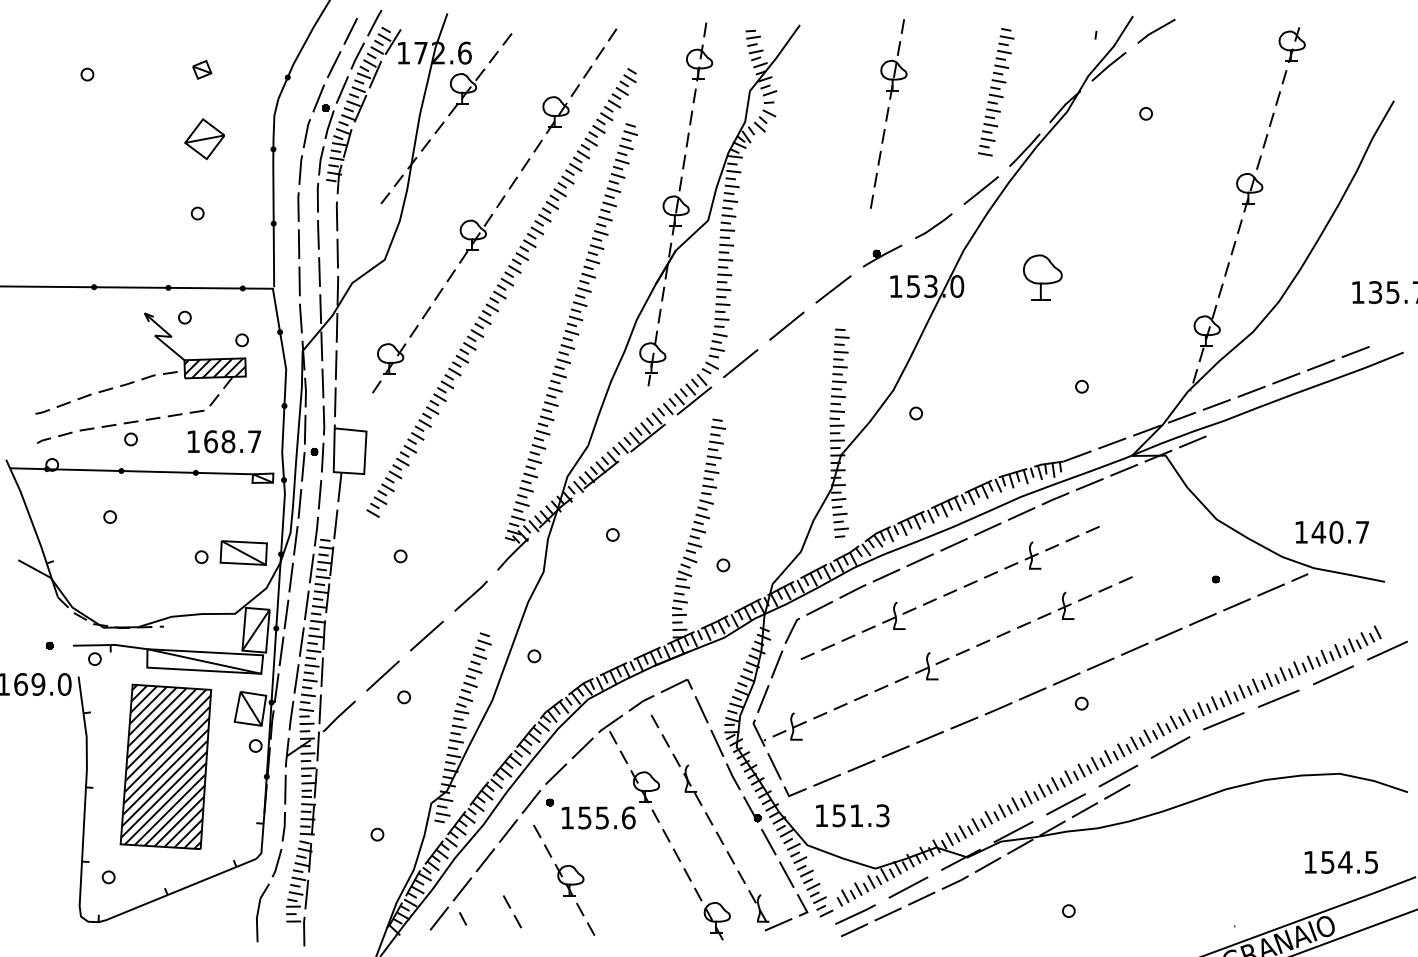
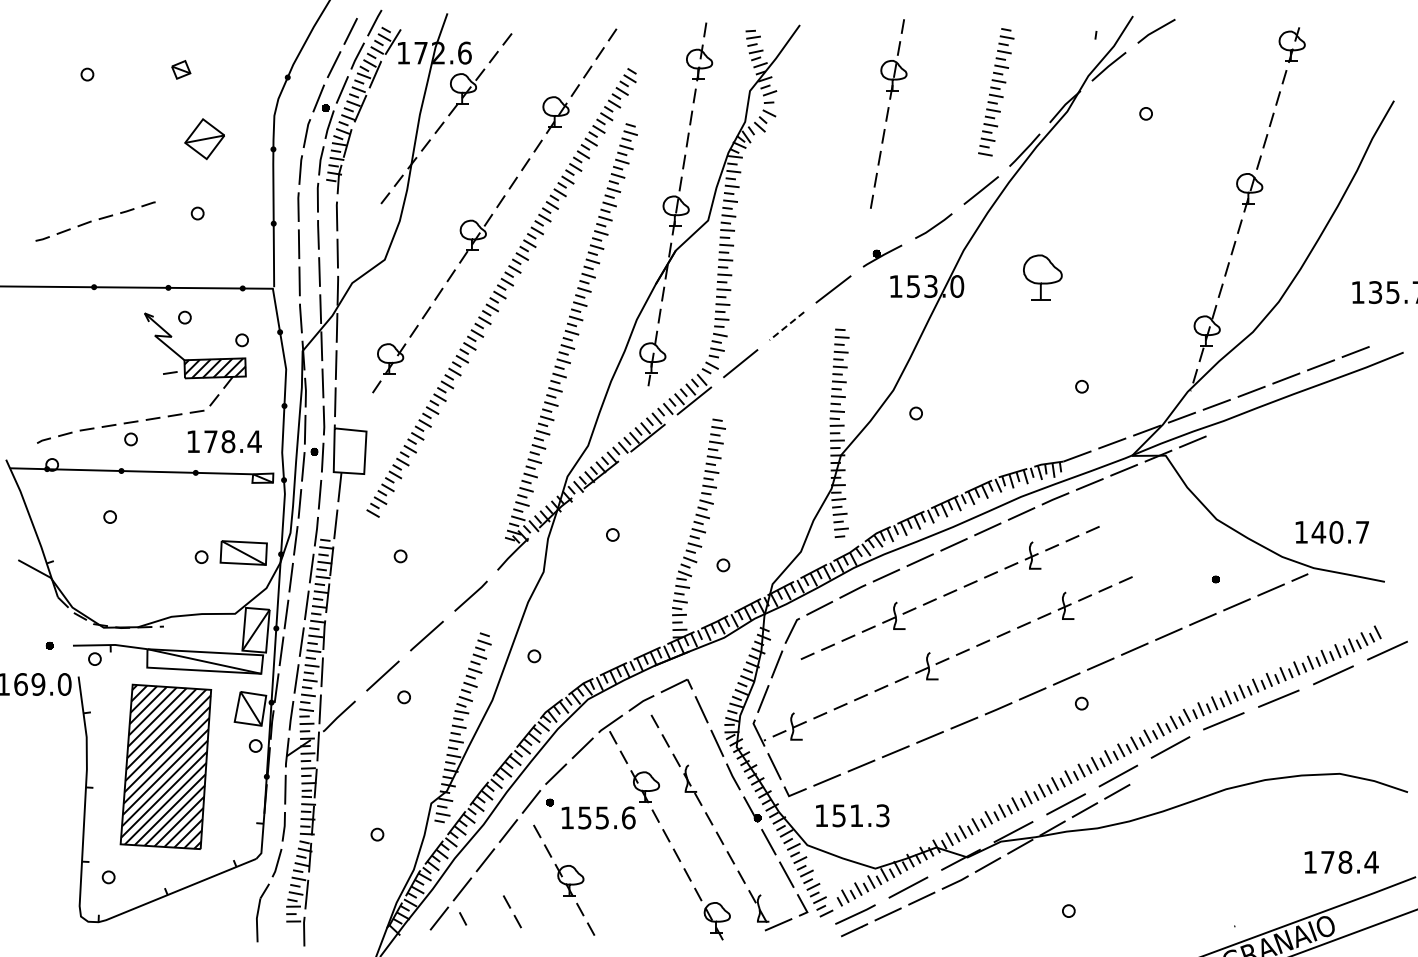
part at (202, 69) position: (202, 69) -> (181, 69)
line at (786, 326): solid -> dashed
part at (95, 394) position: (95, 394) -> (95, 221)
text at (232, 441): 168.7 -> 178.4
text at (1349, 861): 154.5 -> 178.4
